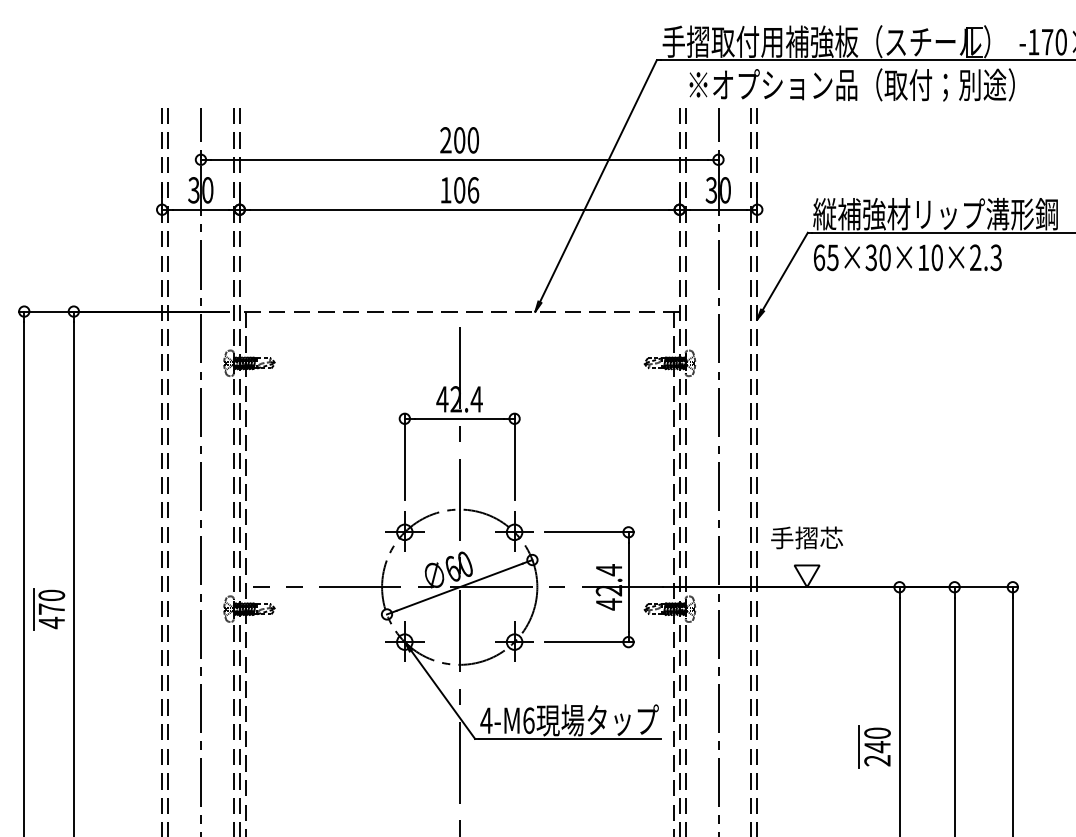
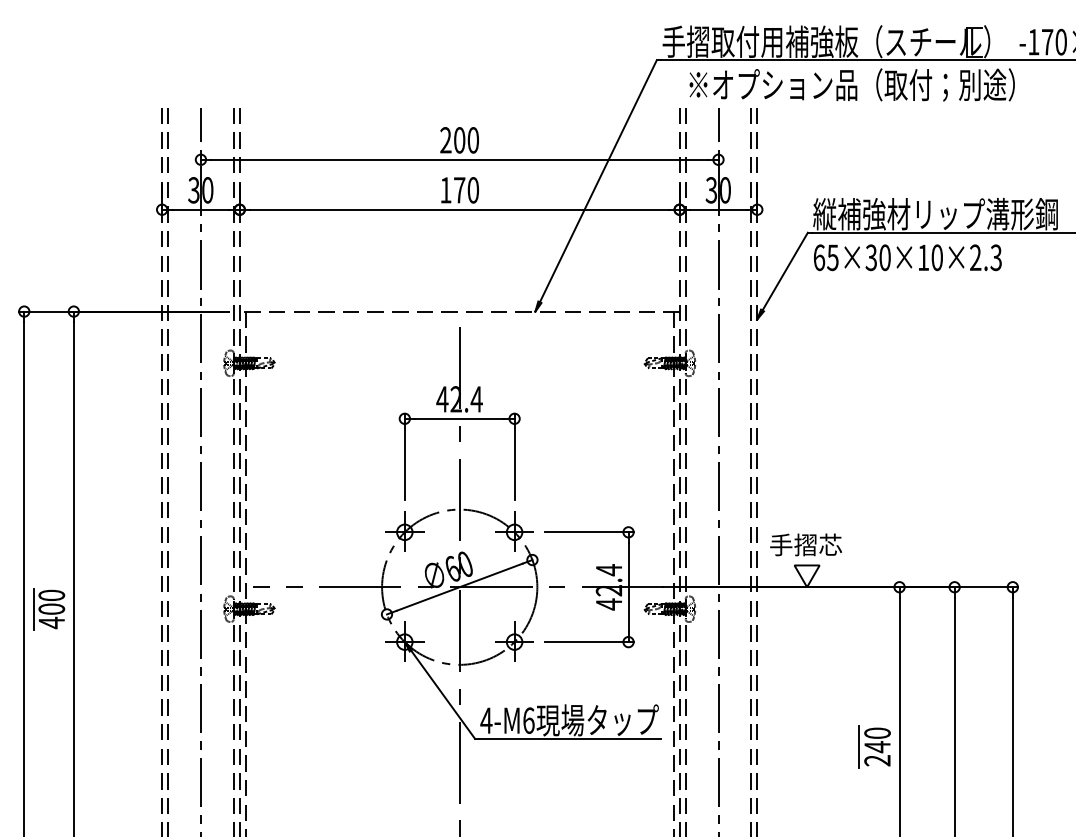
text at (466, 190): 106 -> 170
text at (807, 537) position: (807, 537) -> (806, 544)
text at (51, 608): 470 -> 400
